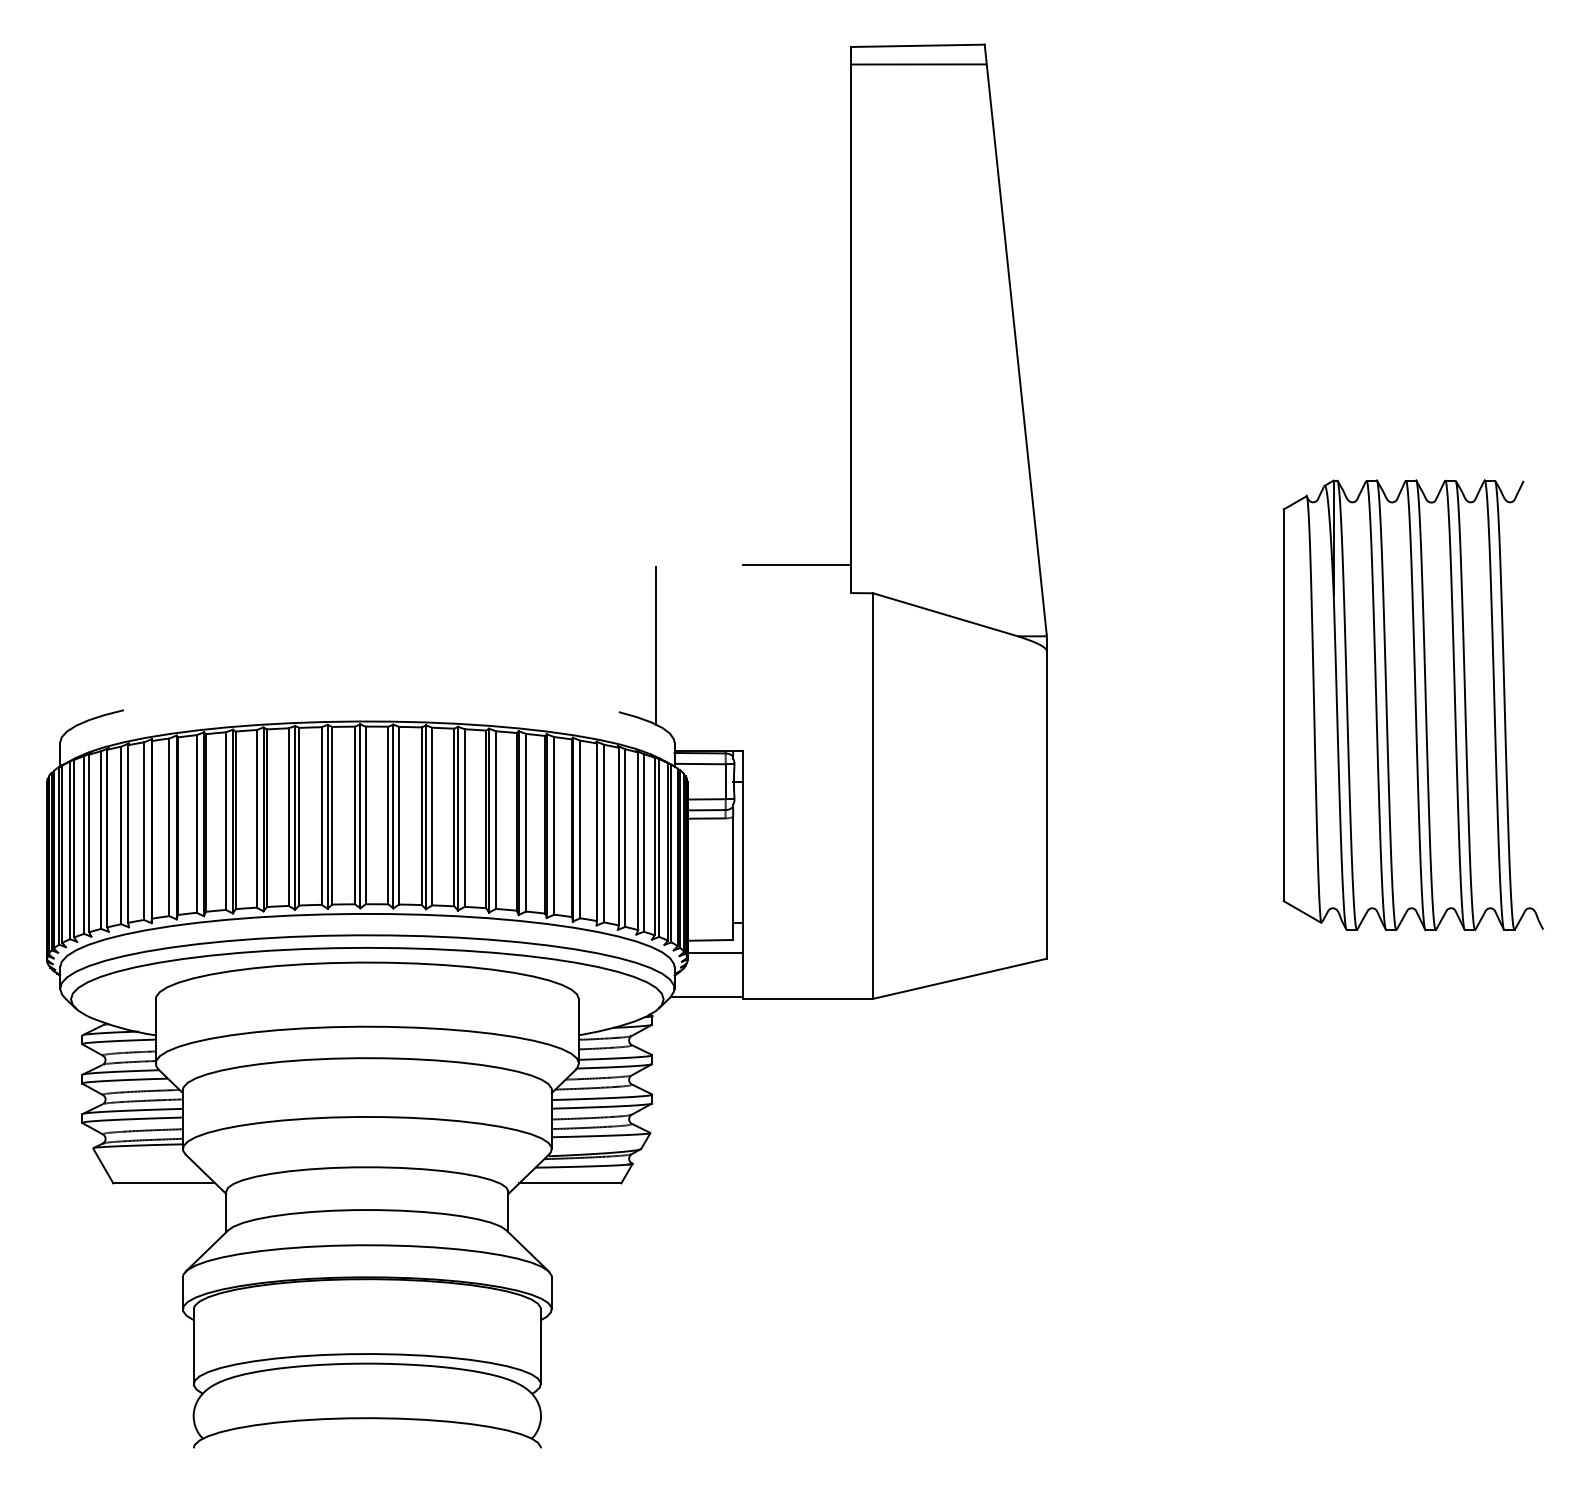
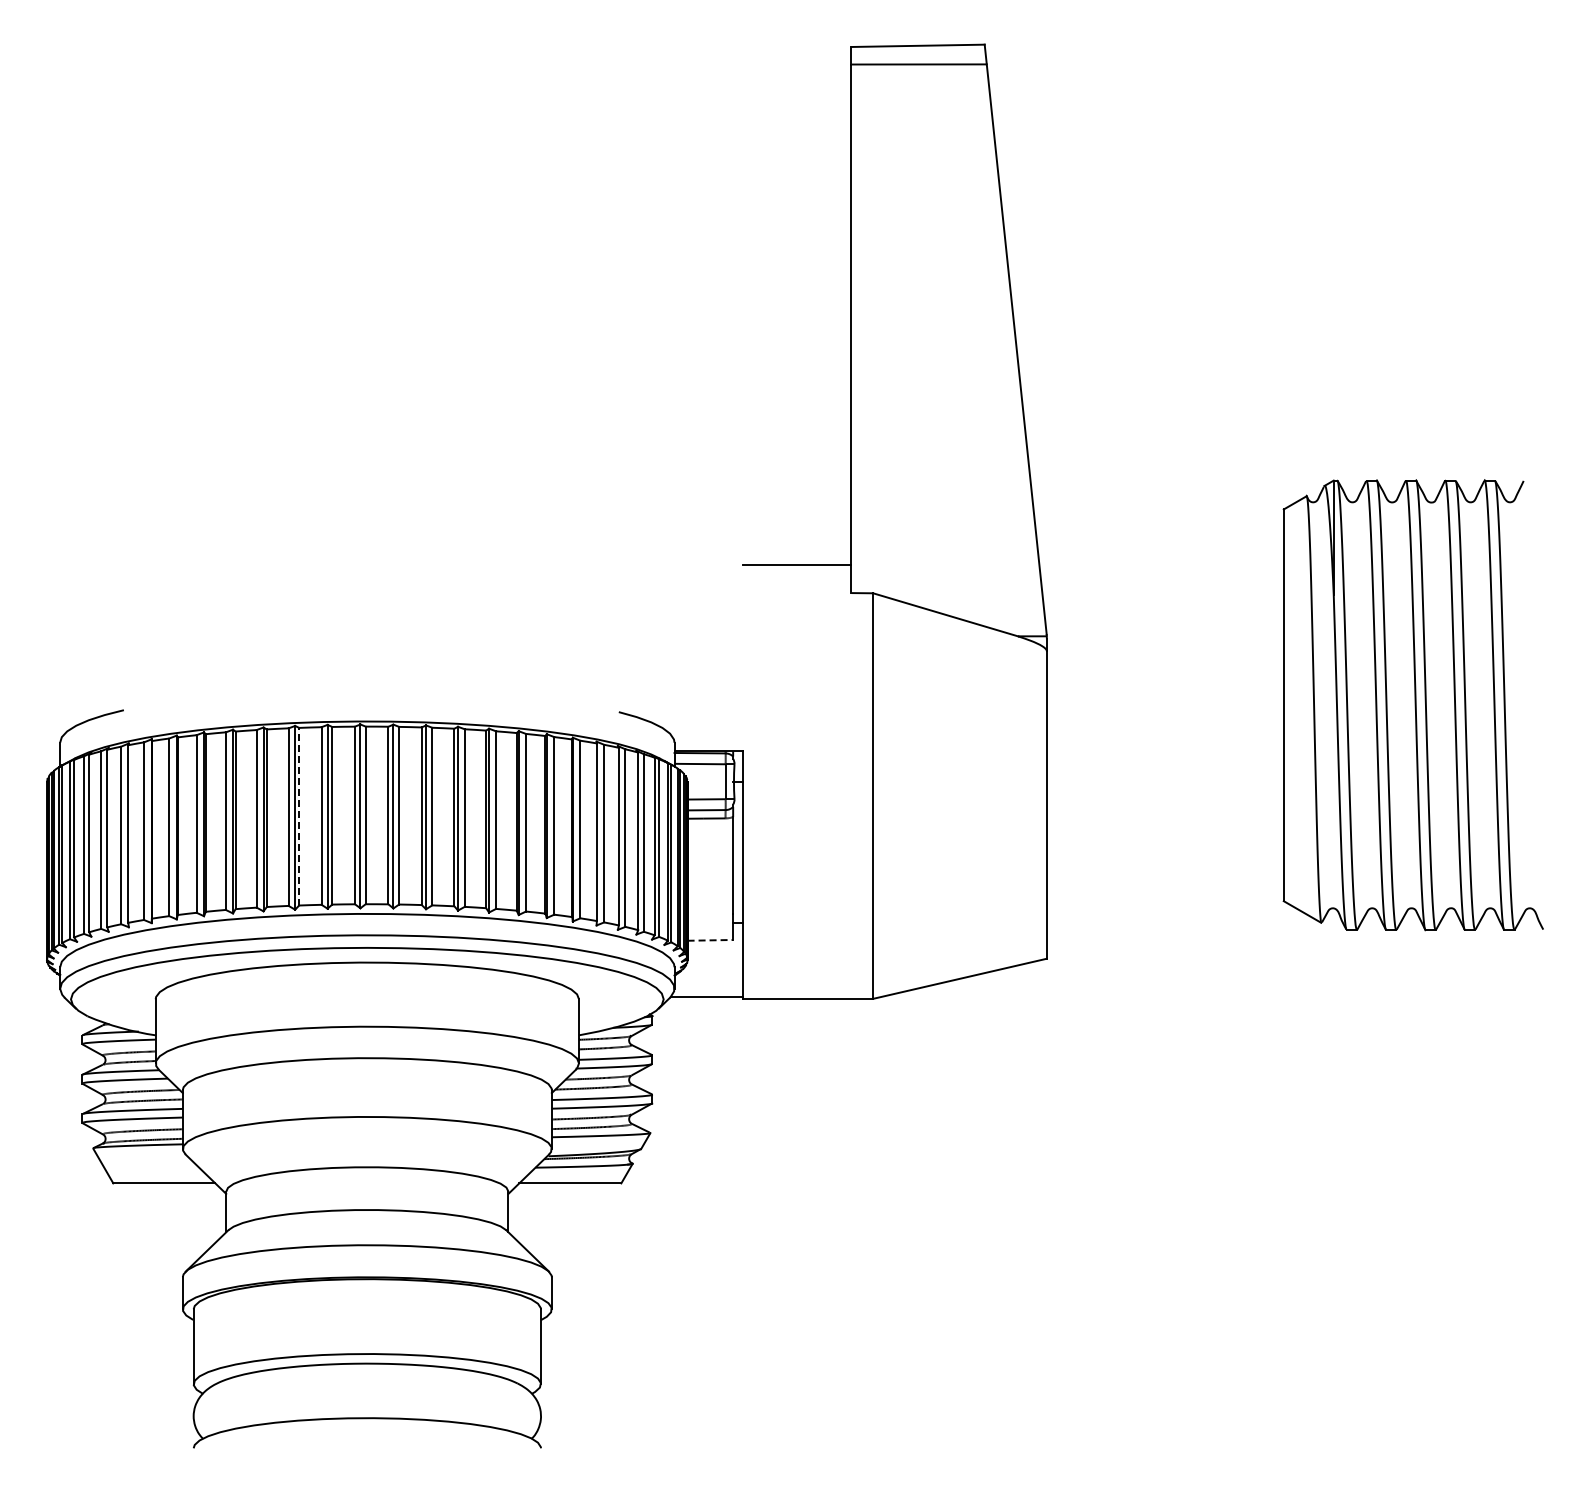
line at (656, 645): present -> none
line at (299, 816): solid -> dashed
line at (710, 940): solid -> dashed
line at (714, 952): present -> none
